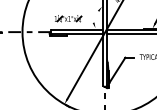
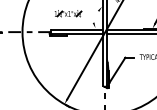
part at (68, 18) position: (68, 18) -> (68, 13)
